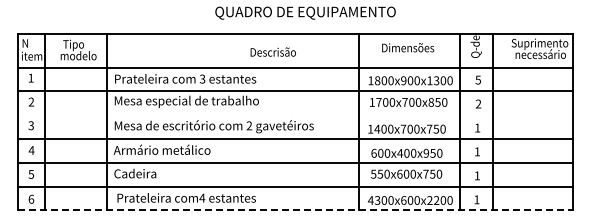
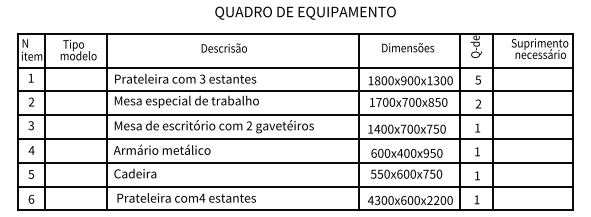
text at (272, 51) position: (272, 51) -> (223, 47)
line at (295, 114): none -> present
line at (295, 210): dashed -> solid
